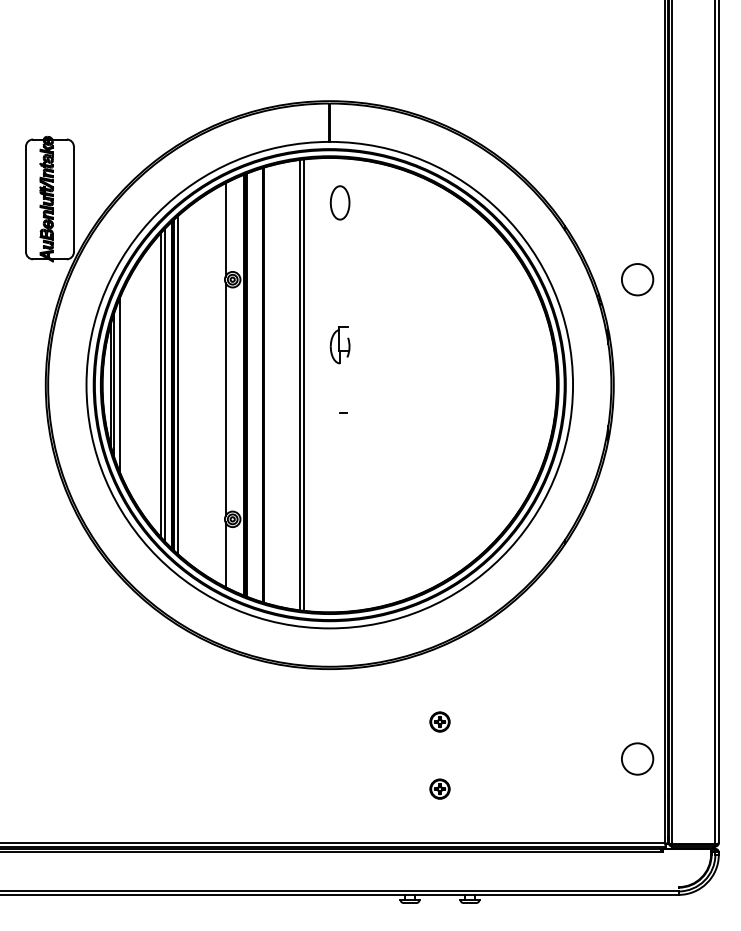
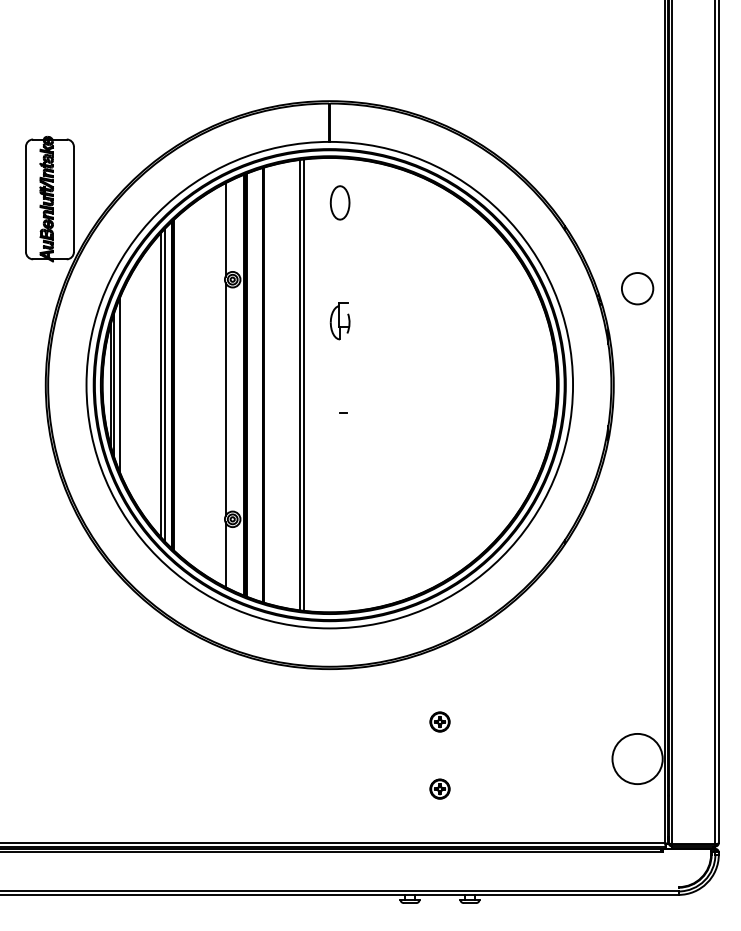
circle at (637, 279) position: (637, 279) -> (637, 288)
part at (339, 345) position: (339, 345) -> (339, 321)
line at (177, 385): present -> none
circle at (637, 758) diameter: 31 px -> 50 px
